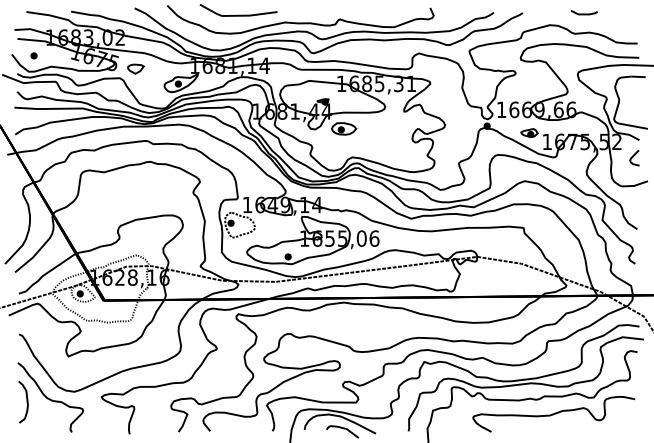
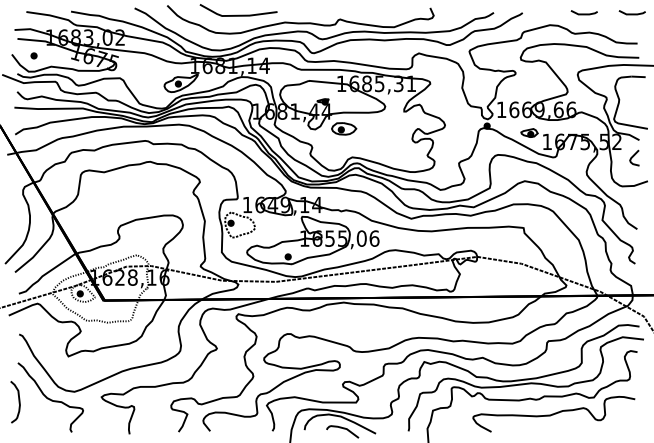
line at (631, 13): none -> present
part at (135, 68): present -> none
curve at (26, 402) position: (26, 402) -> (18, 402)
